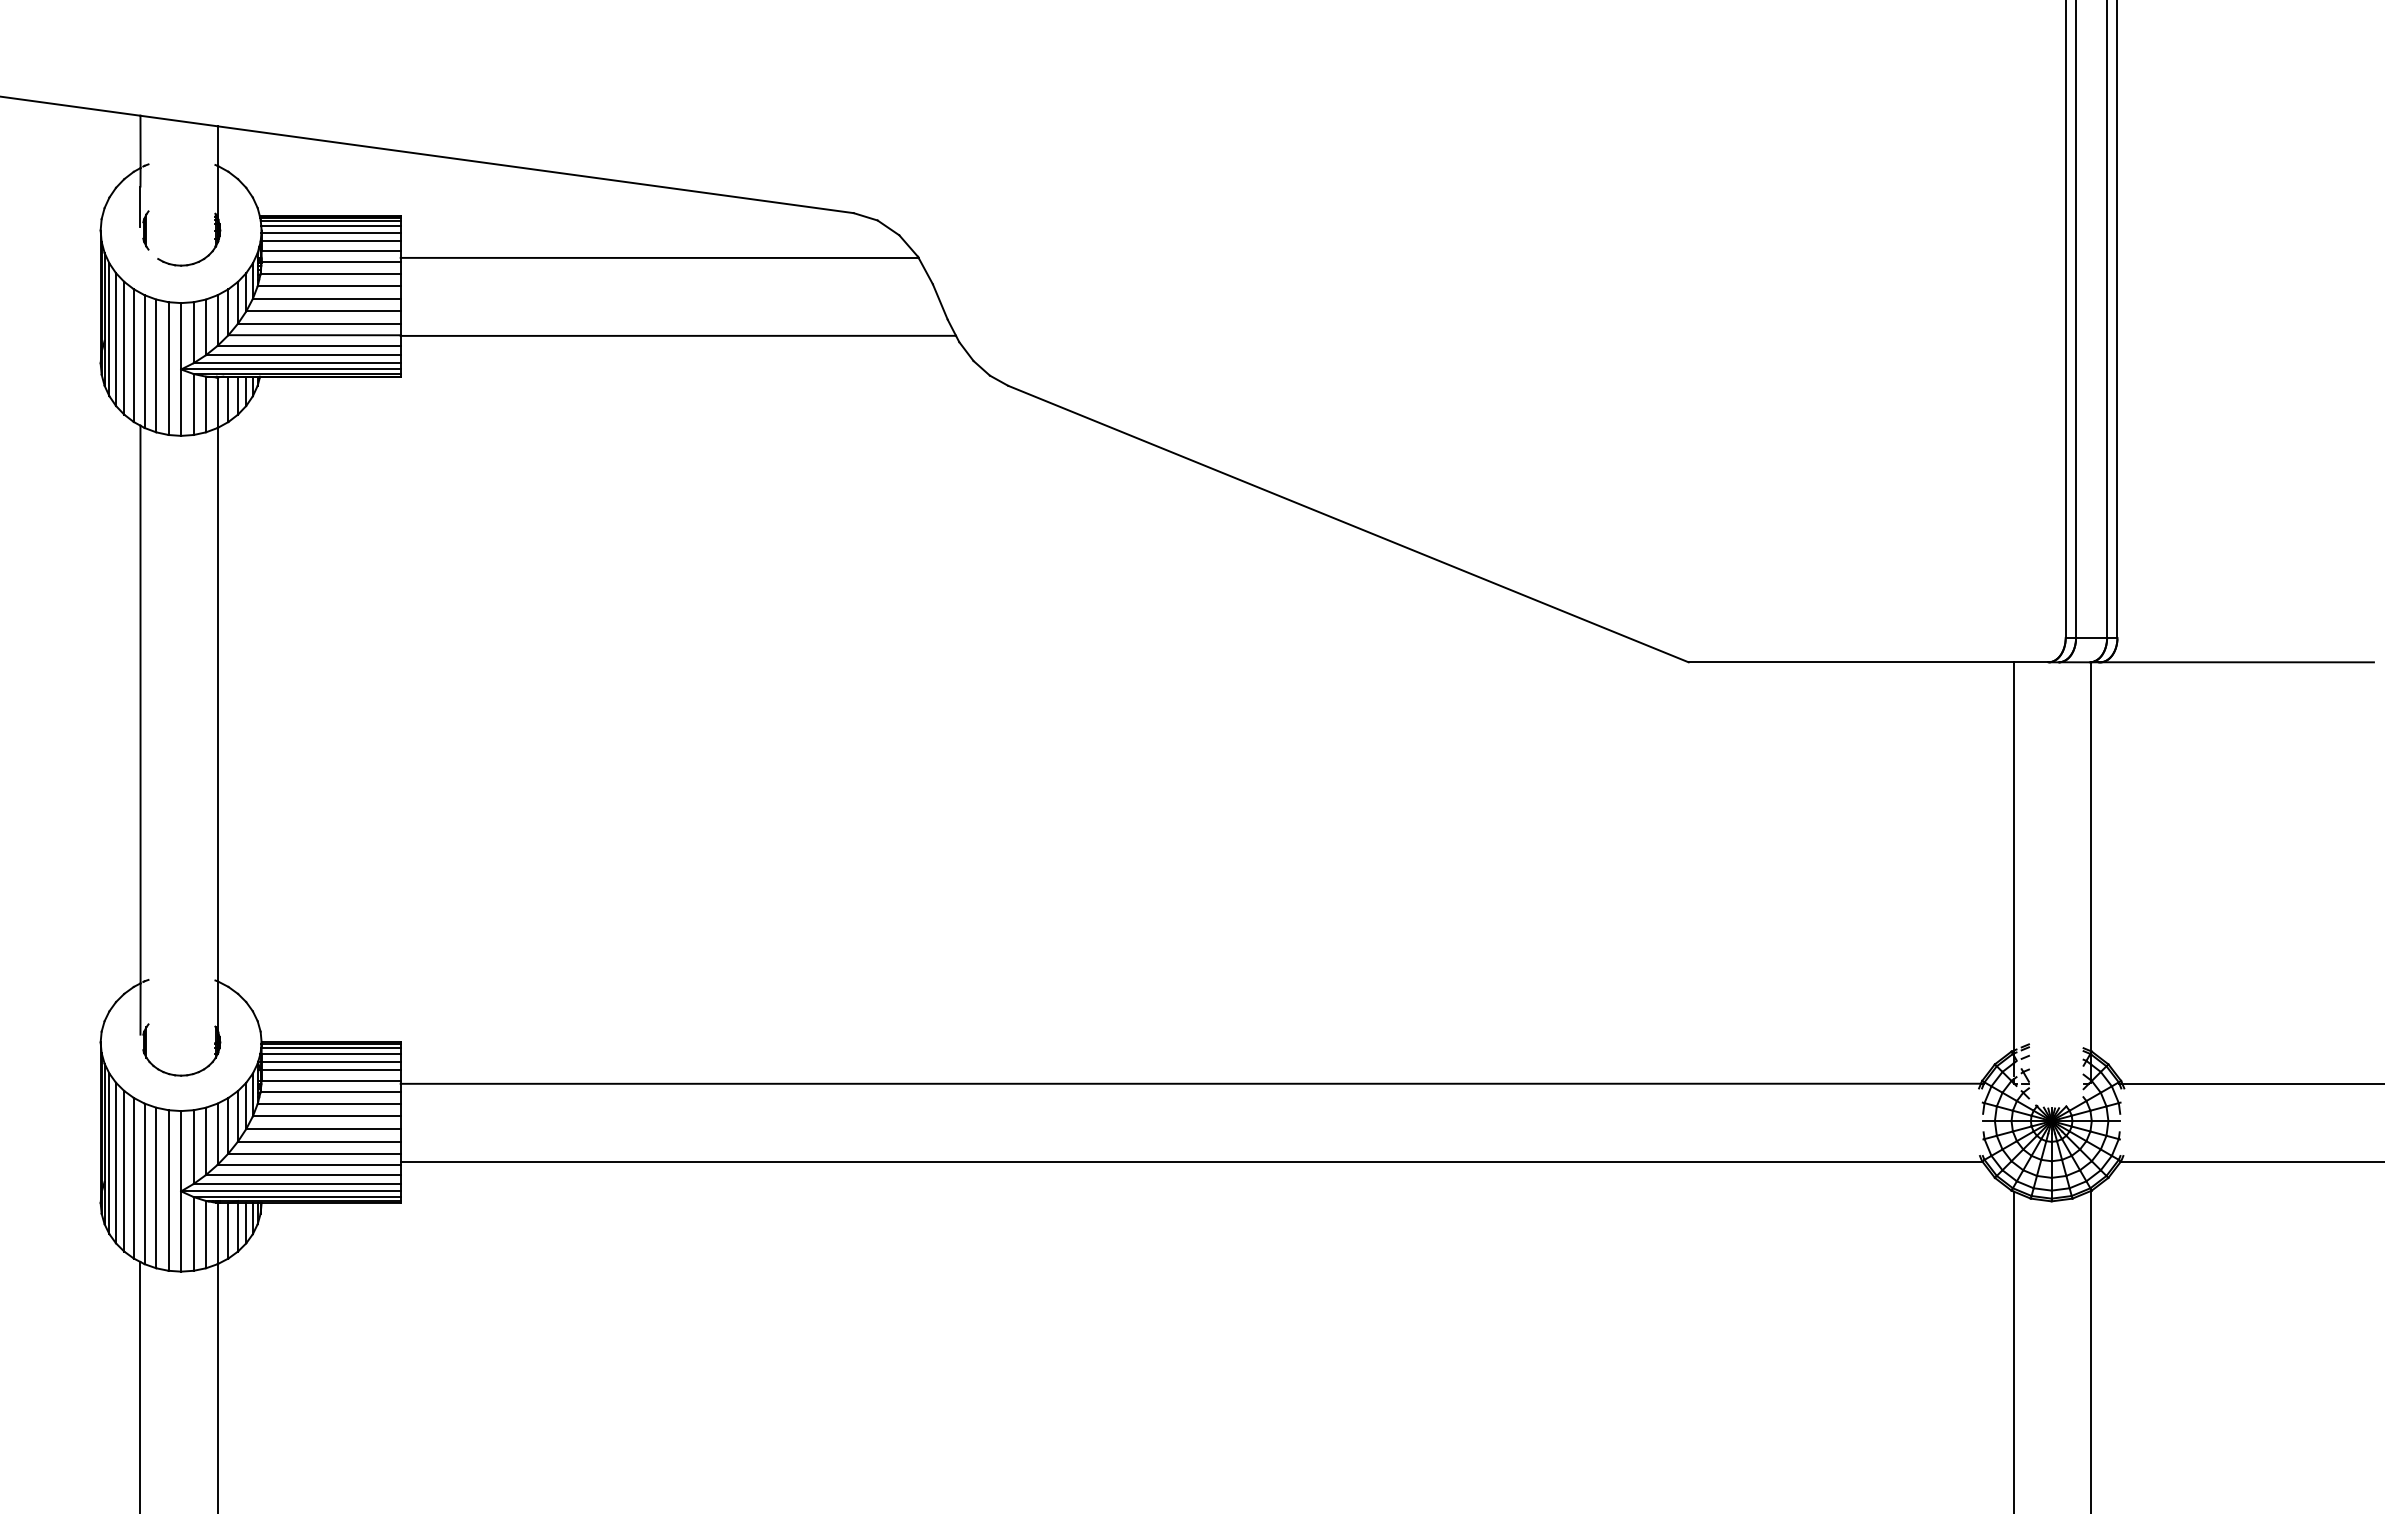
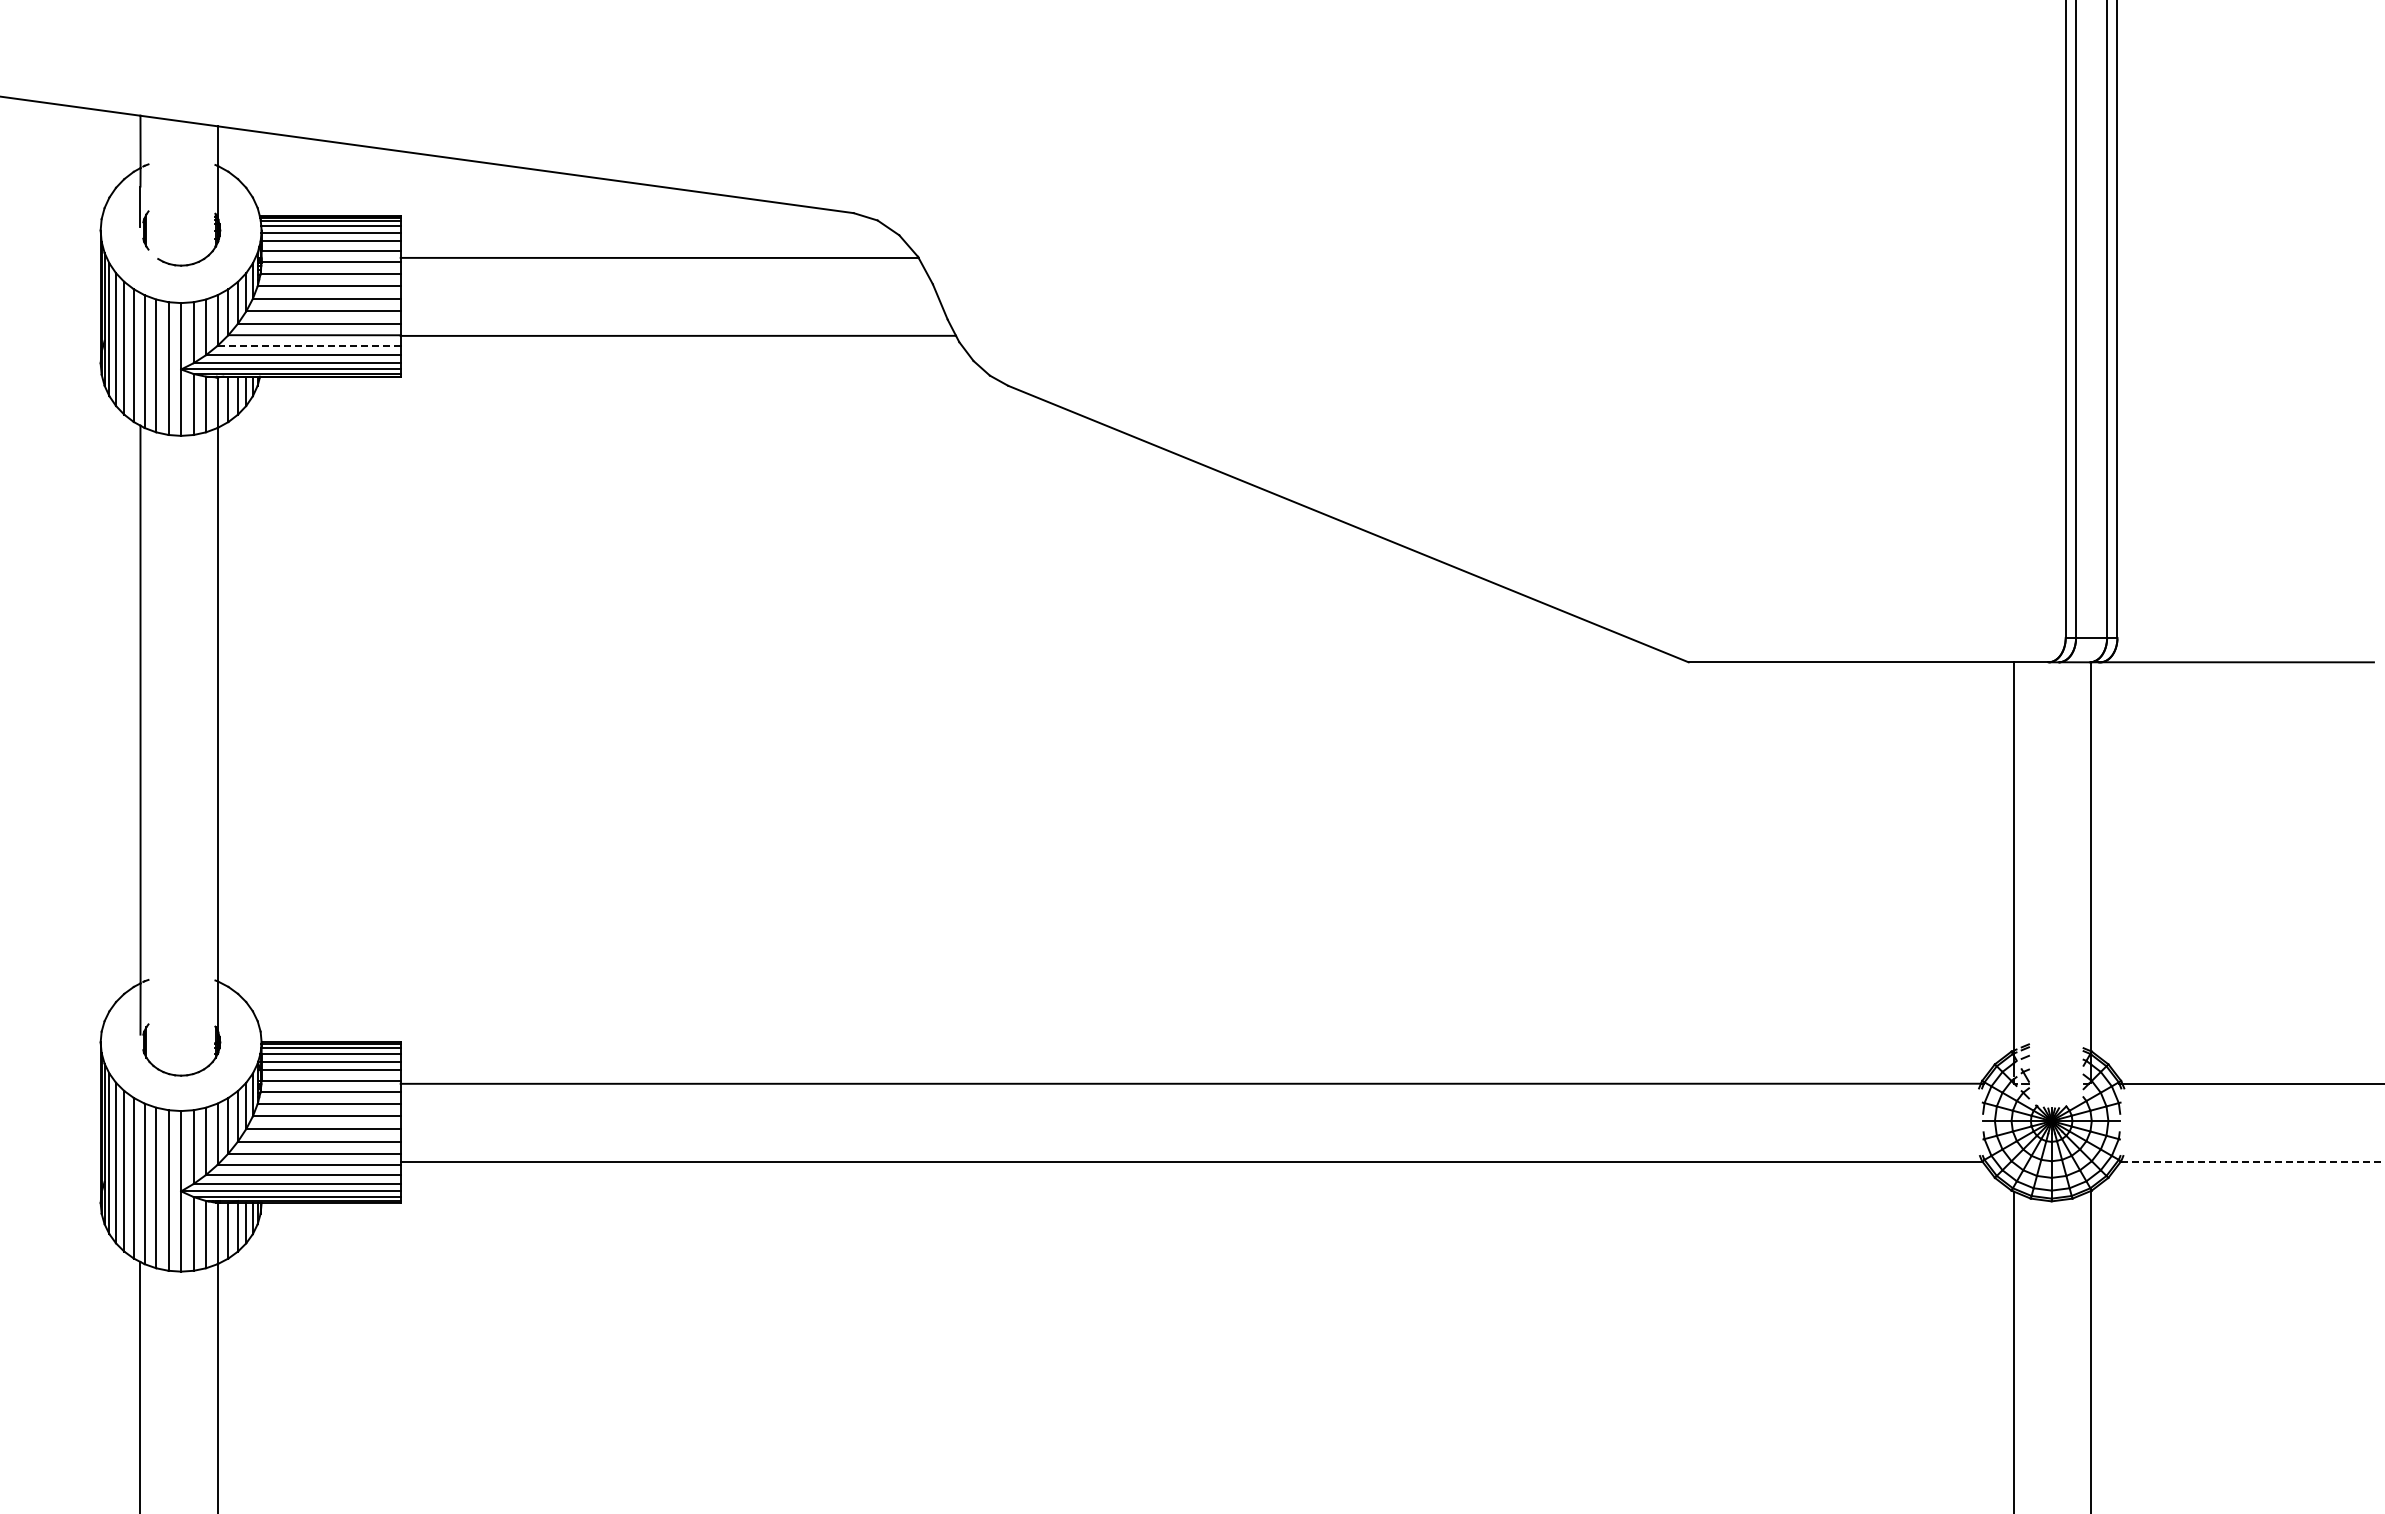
line at (308, 345): solid -> dashed
line at (2252, 1161): solid -> dashed
